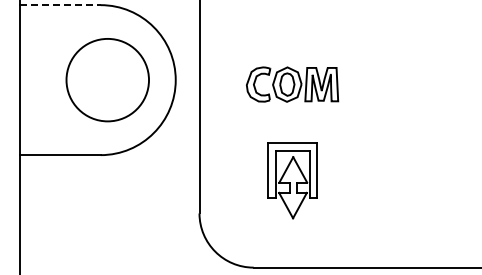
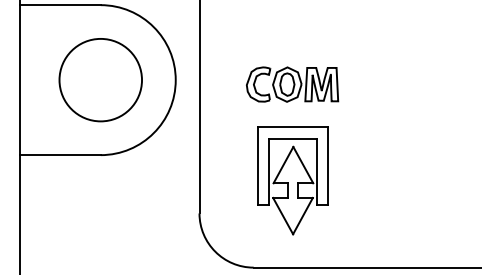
line at (60, 5): dashed -> solid
circle at (107, 80) position: (107, 80) -> (100, 80)
part at (292, 180) size: 51x78 px -> 72x110 px
